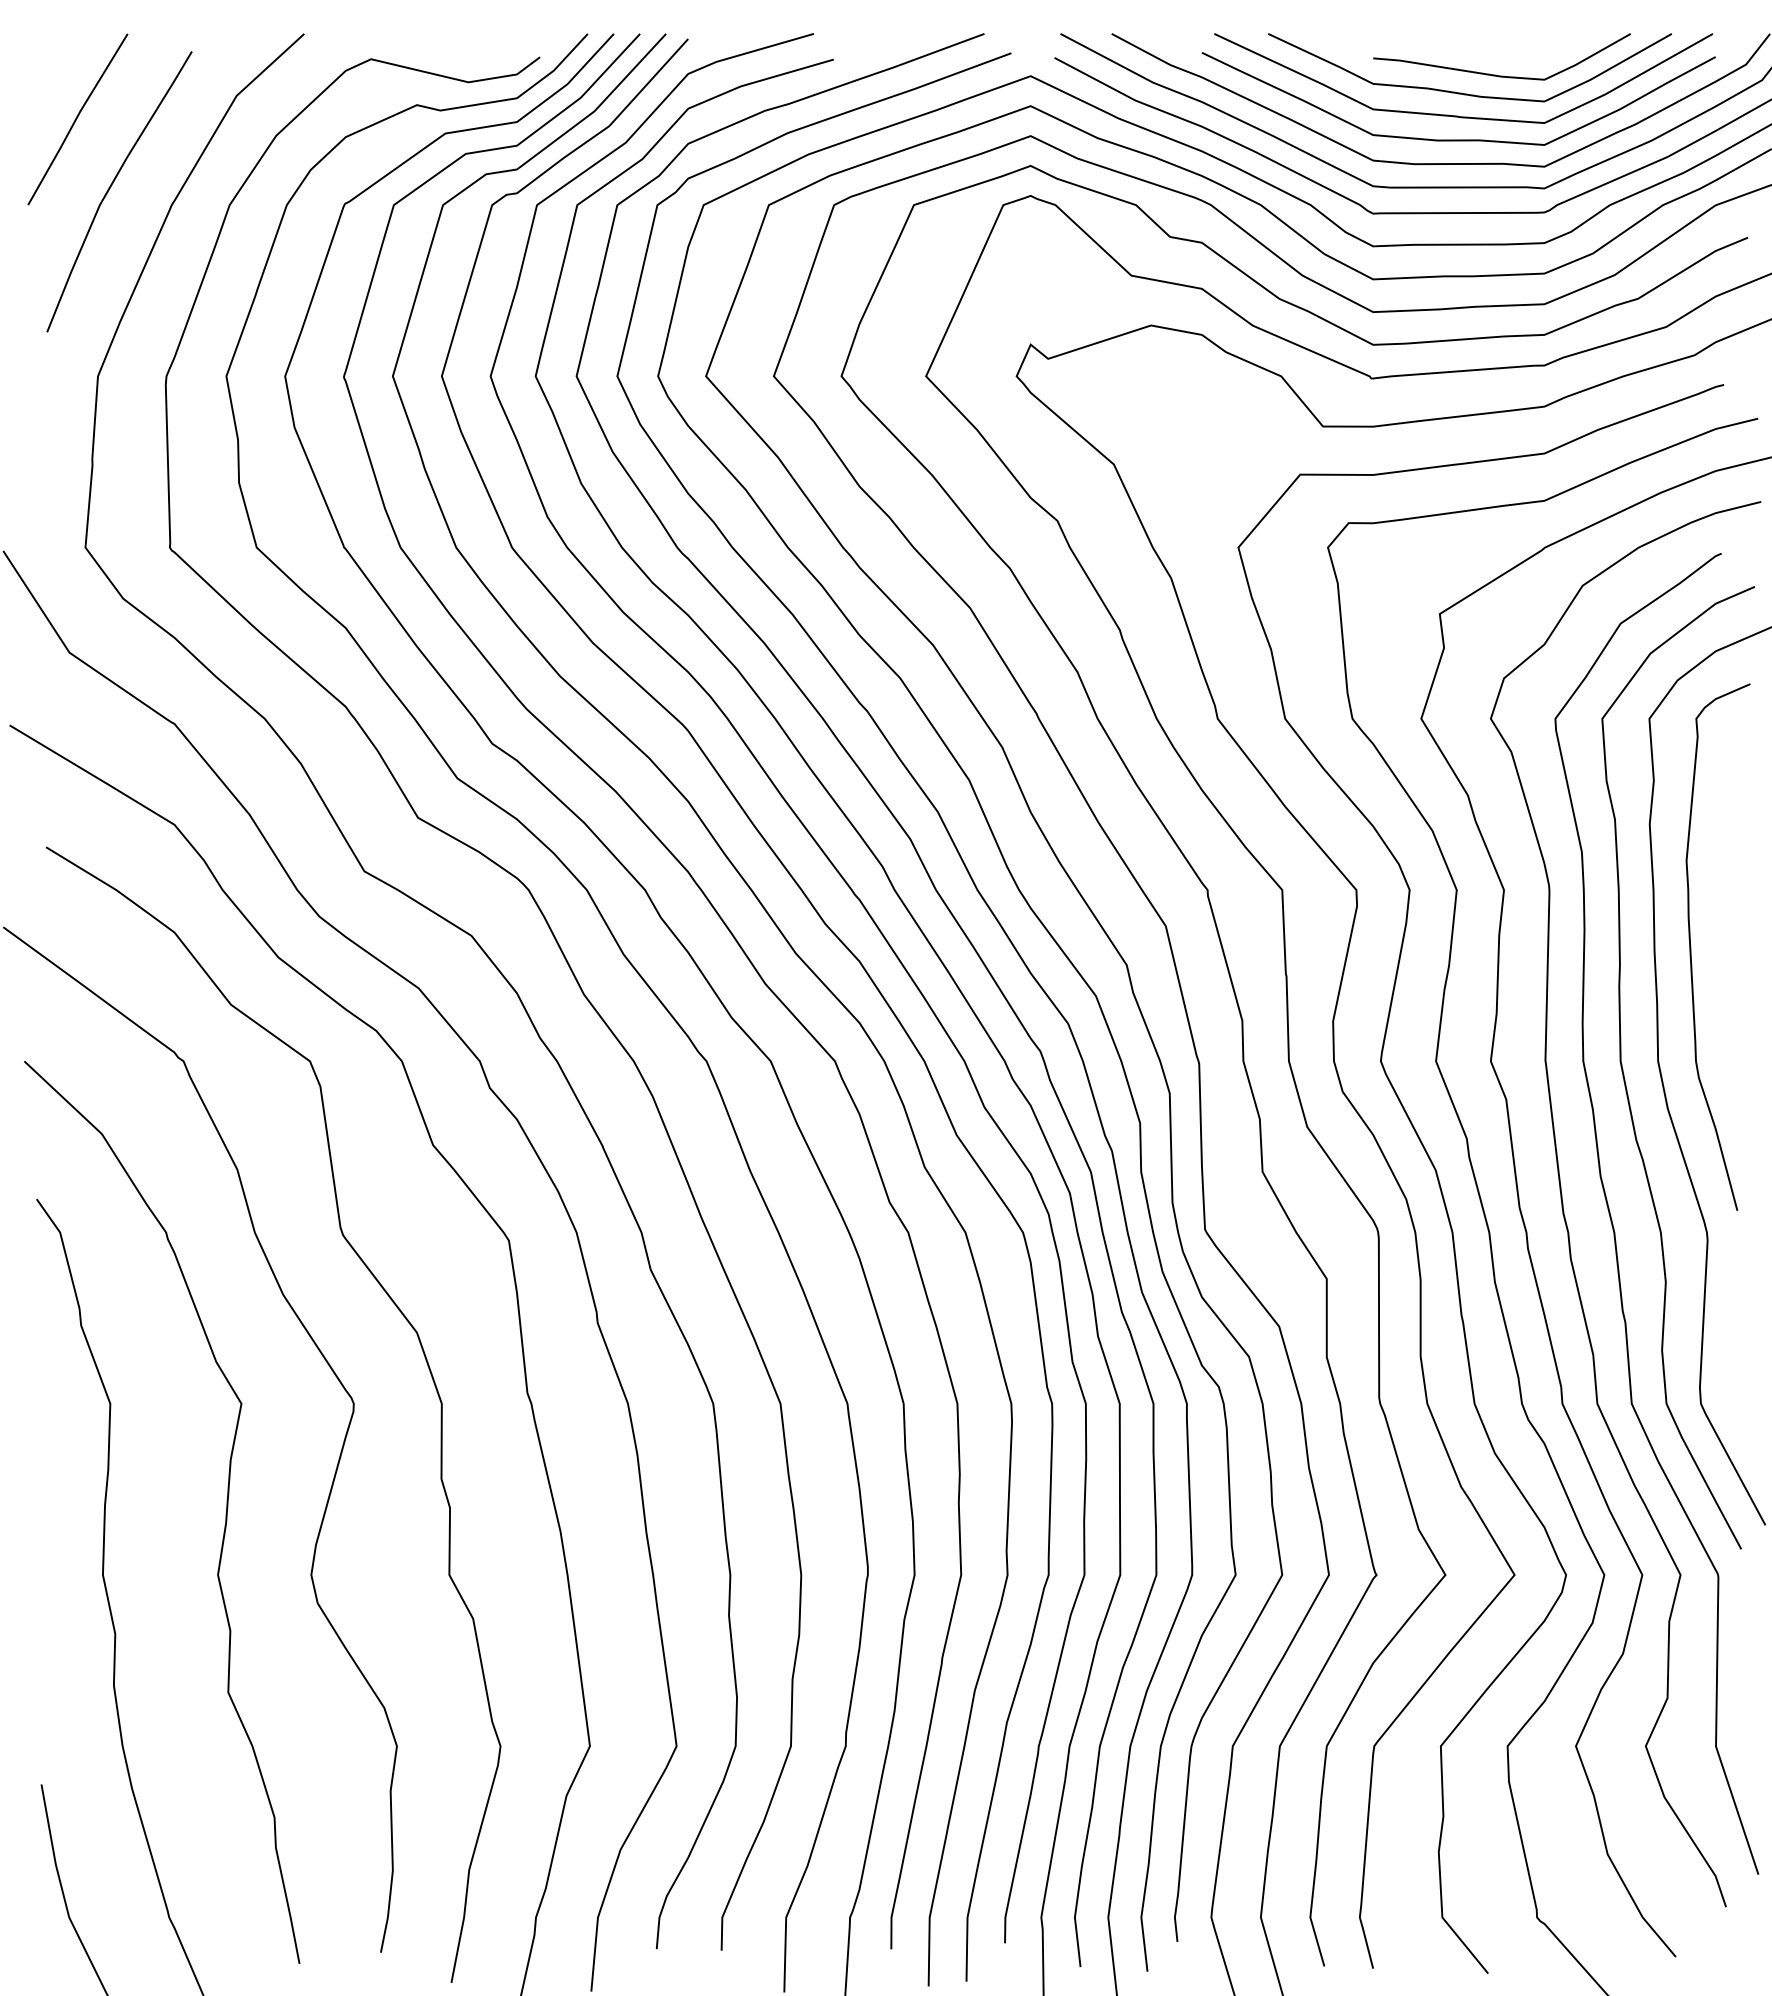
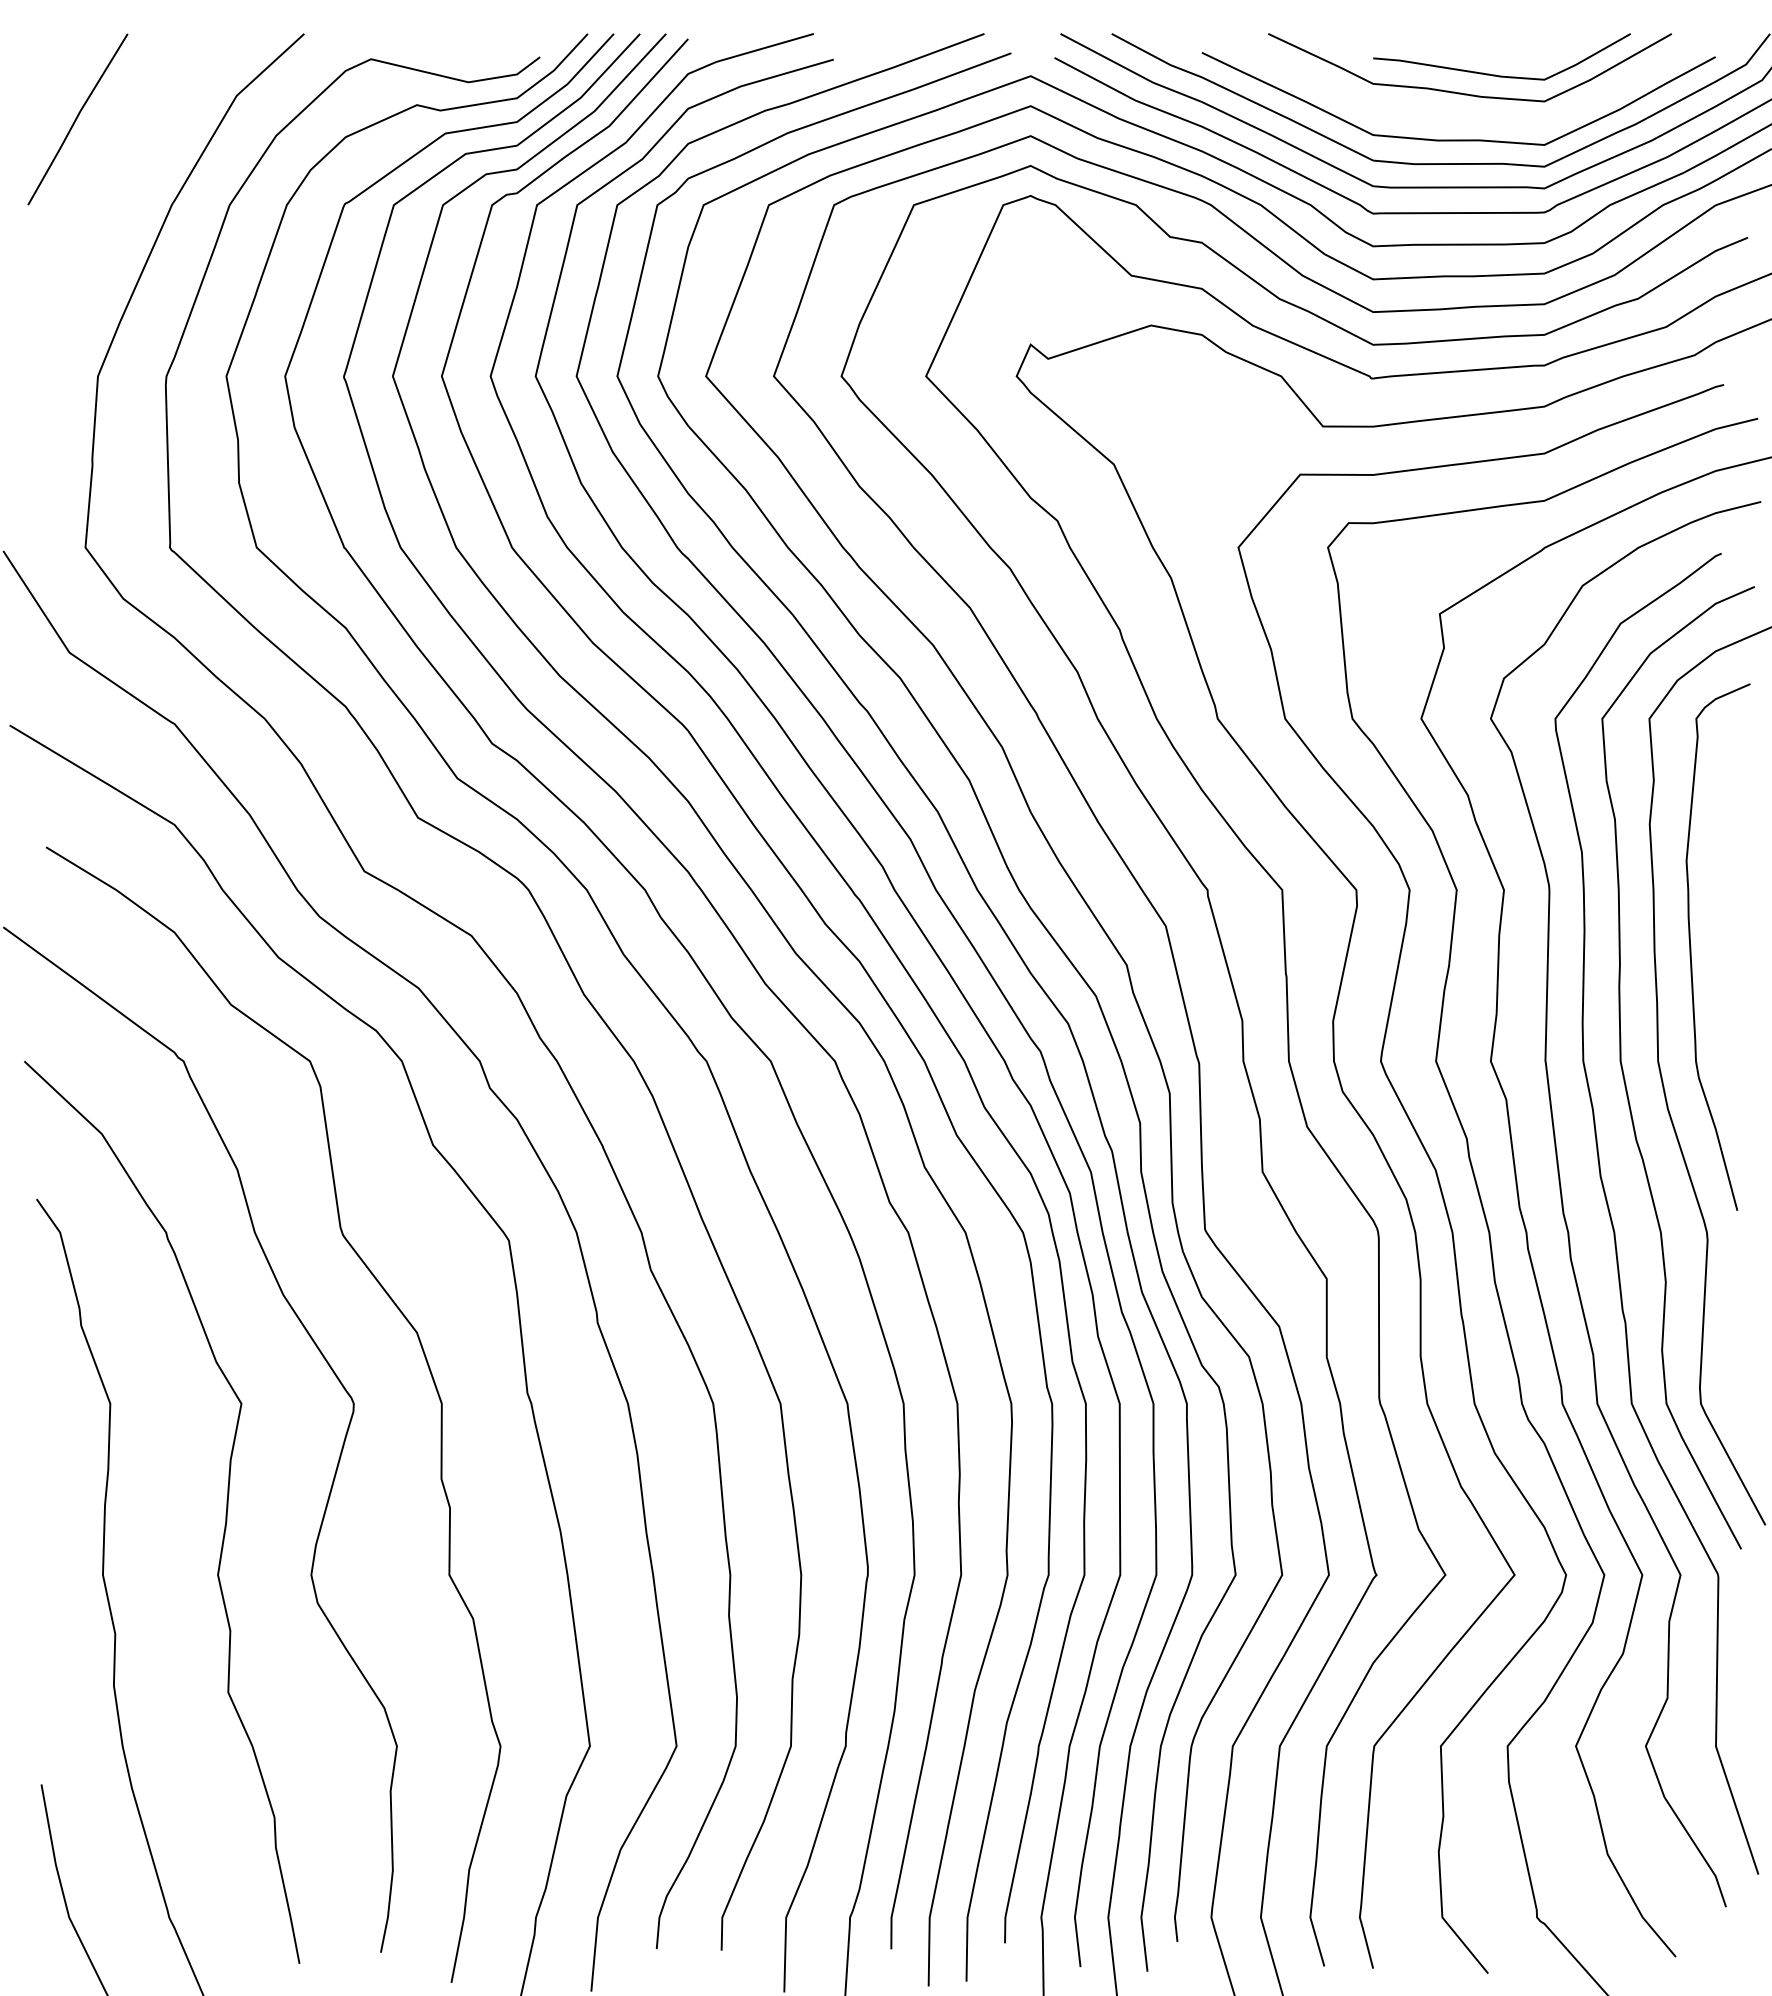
curve at (1458, 115): present -> none
curve at (112, 185): present -> none
